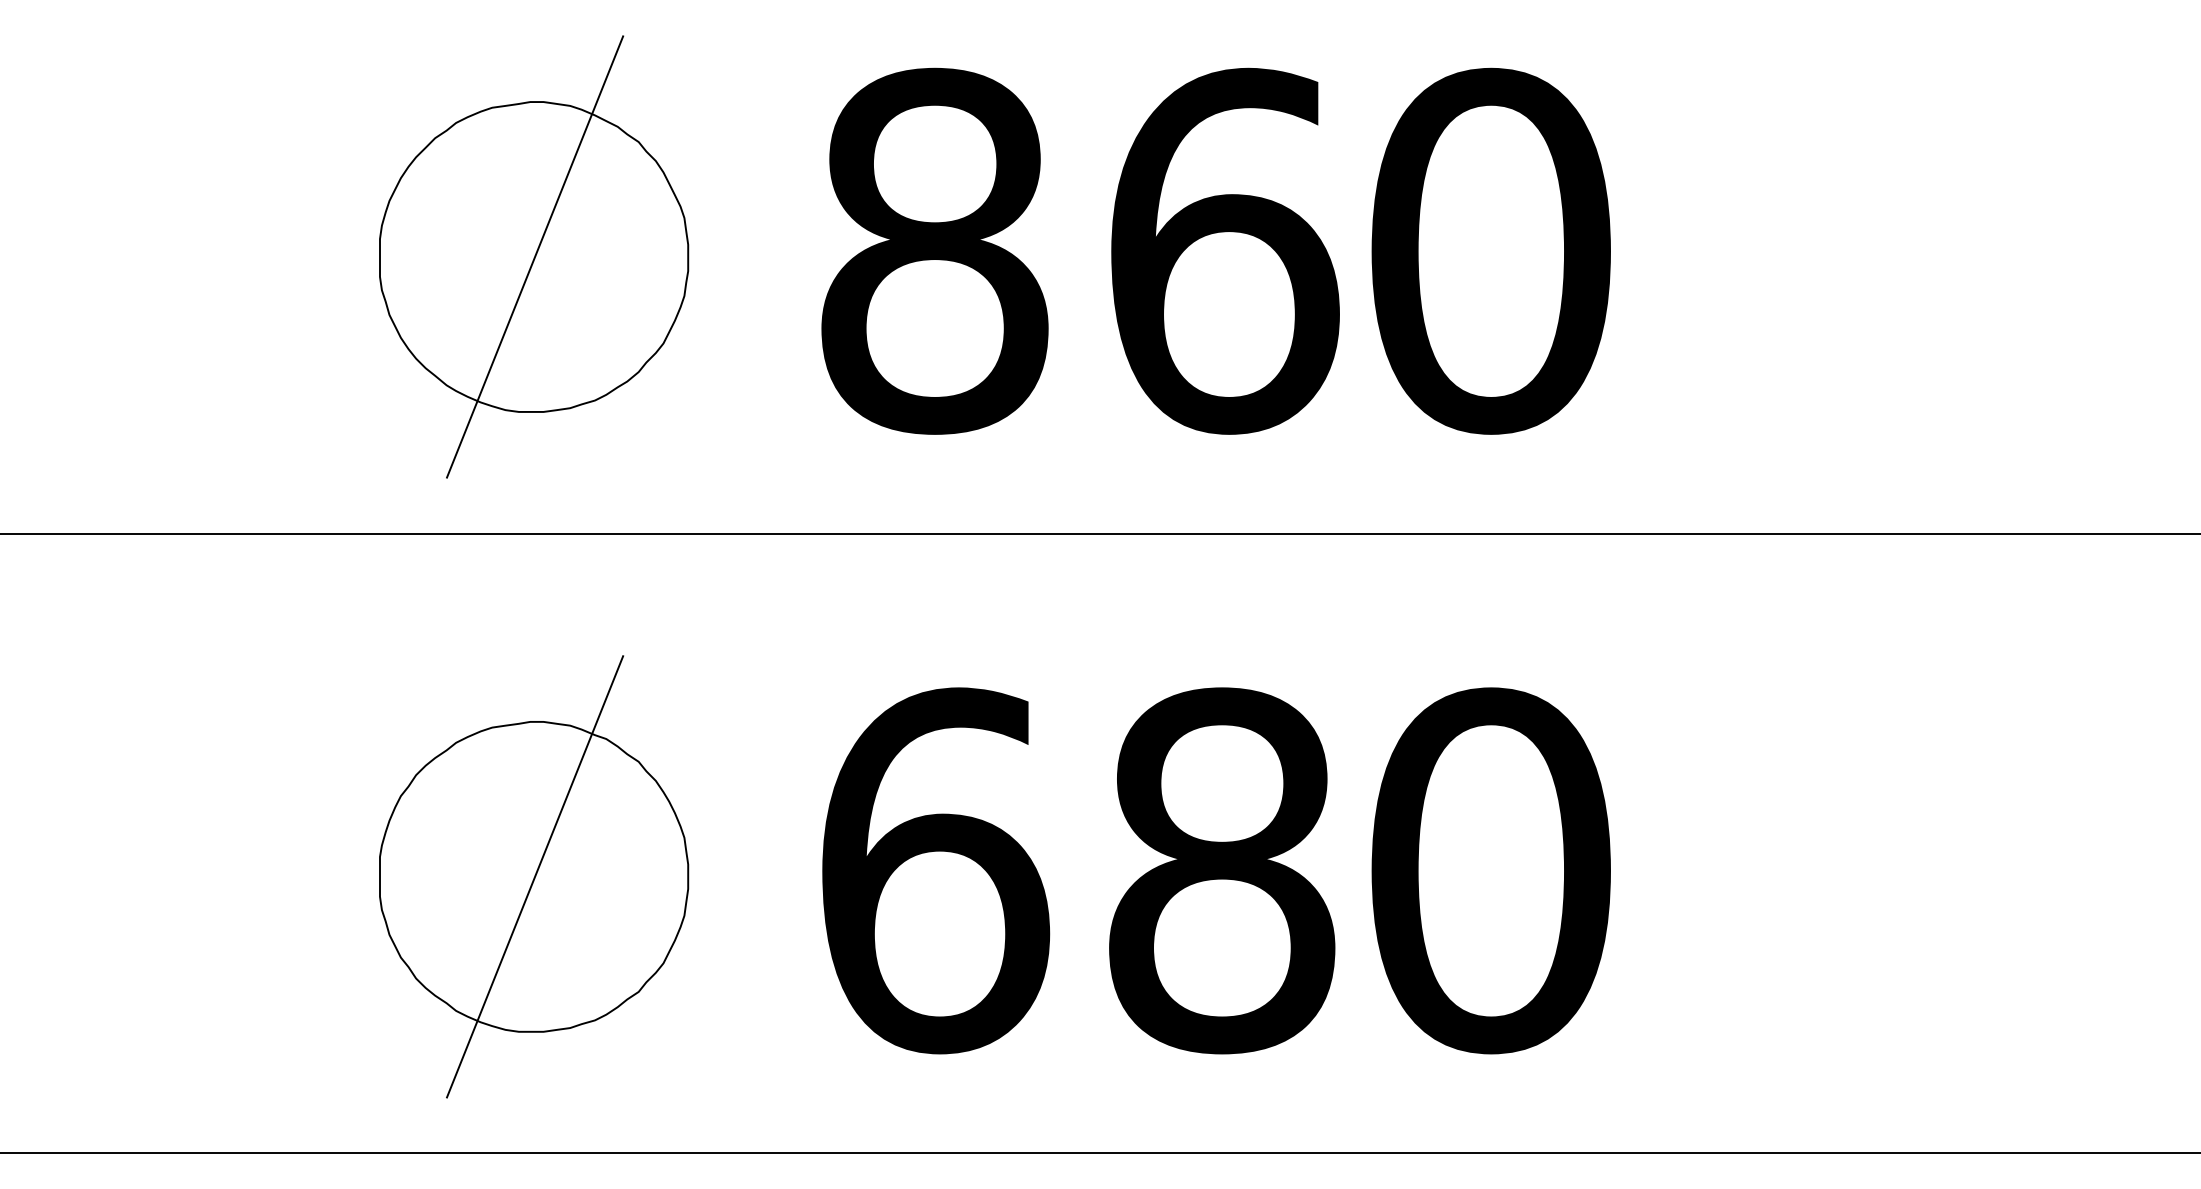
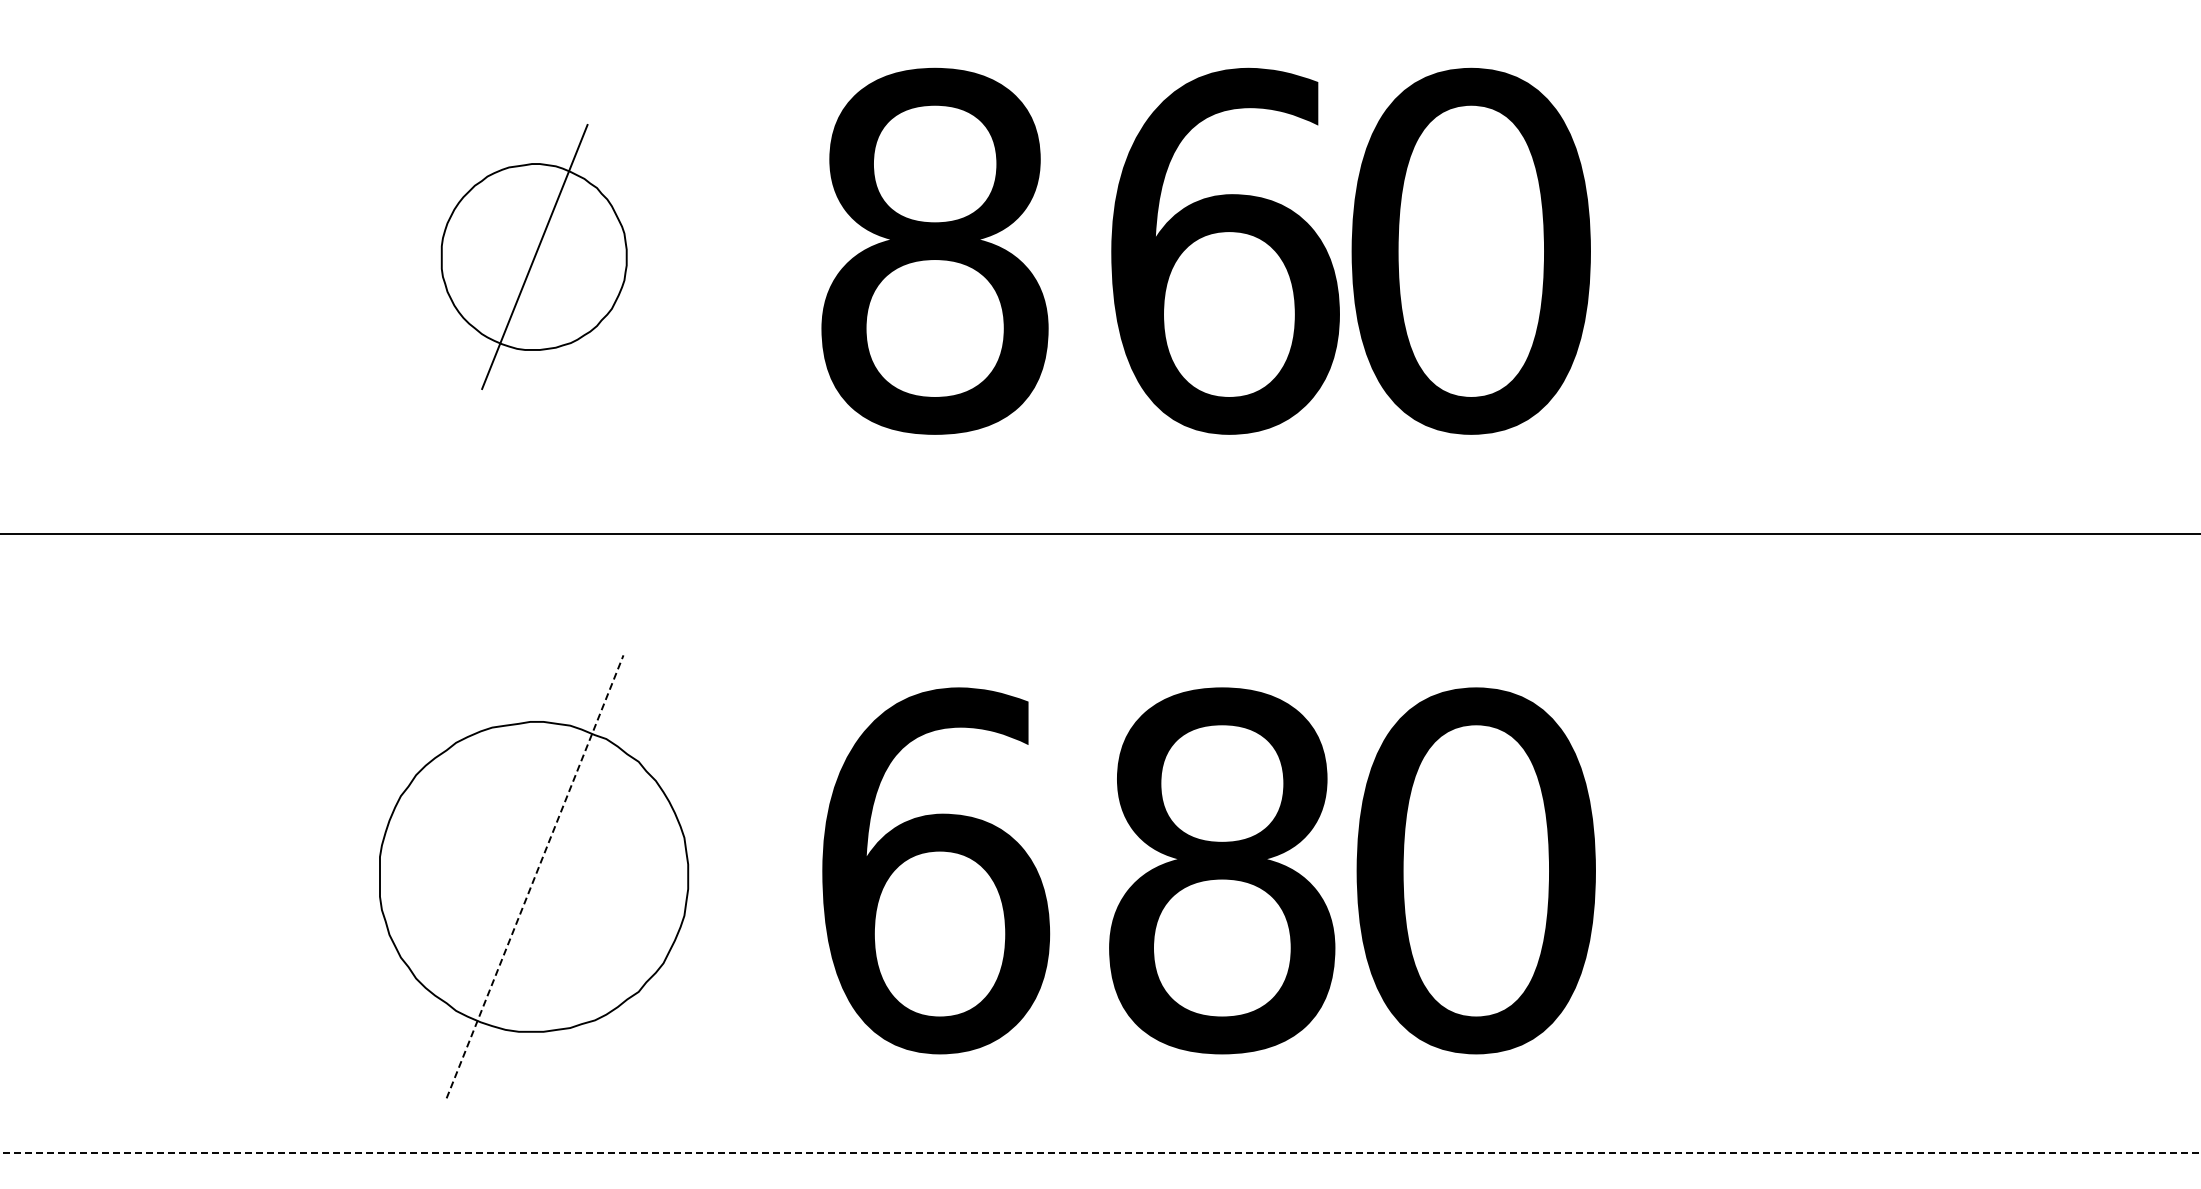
text at (1490, 250) position: (1490, 250) -> (1470, 250)
part at (534, 256) size: 311x444 px -> 188x266 px
text at (1490, 870) position: (1490, 870) -> (1475, 870)
line at (535, 876): solid -> dashed
line at (1100, 1153): solid -> dashed
